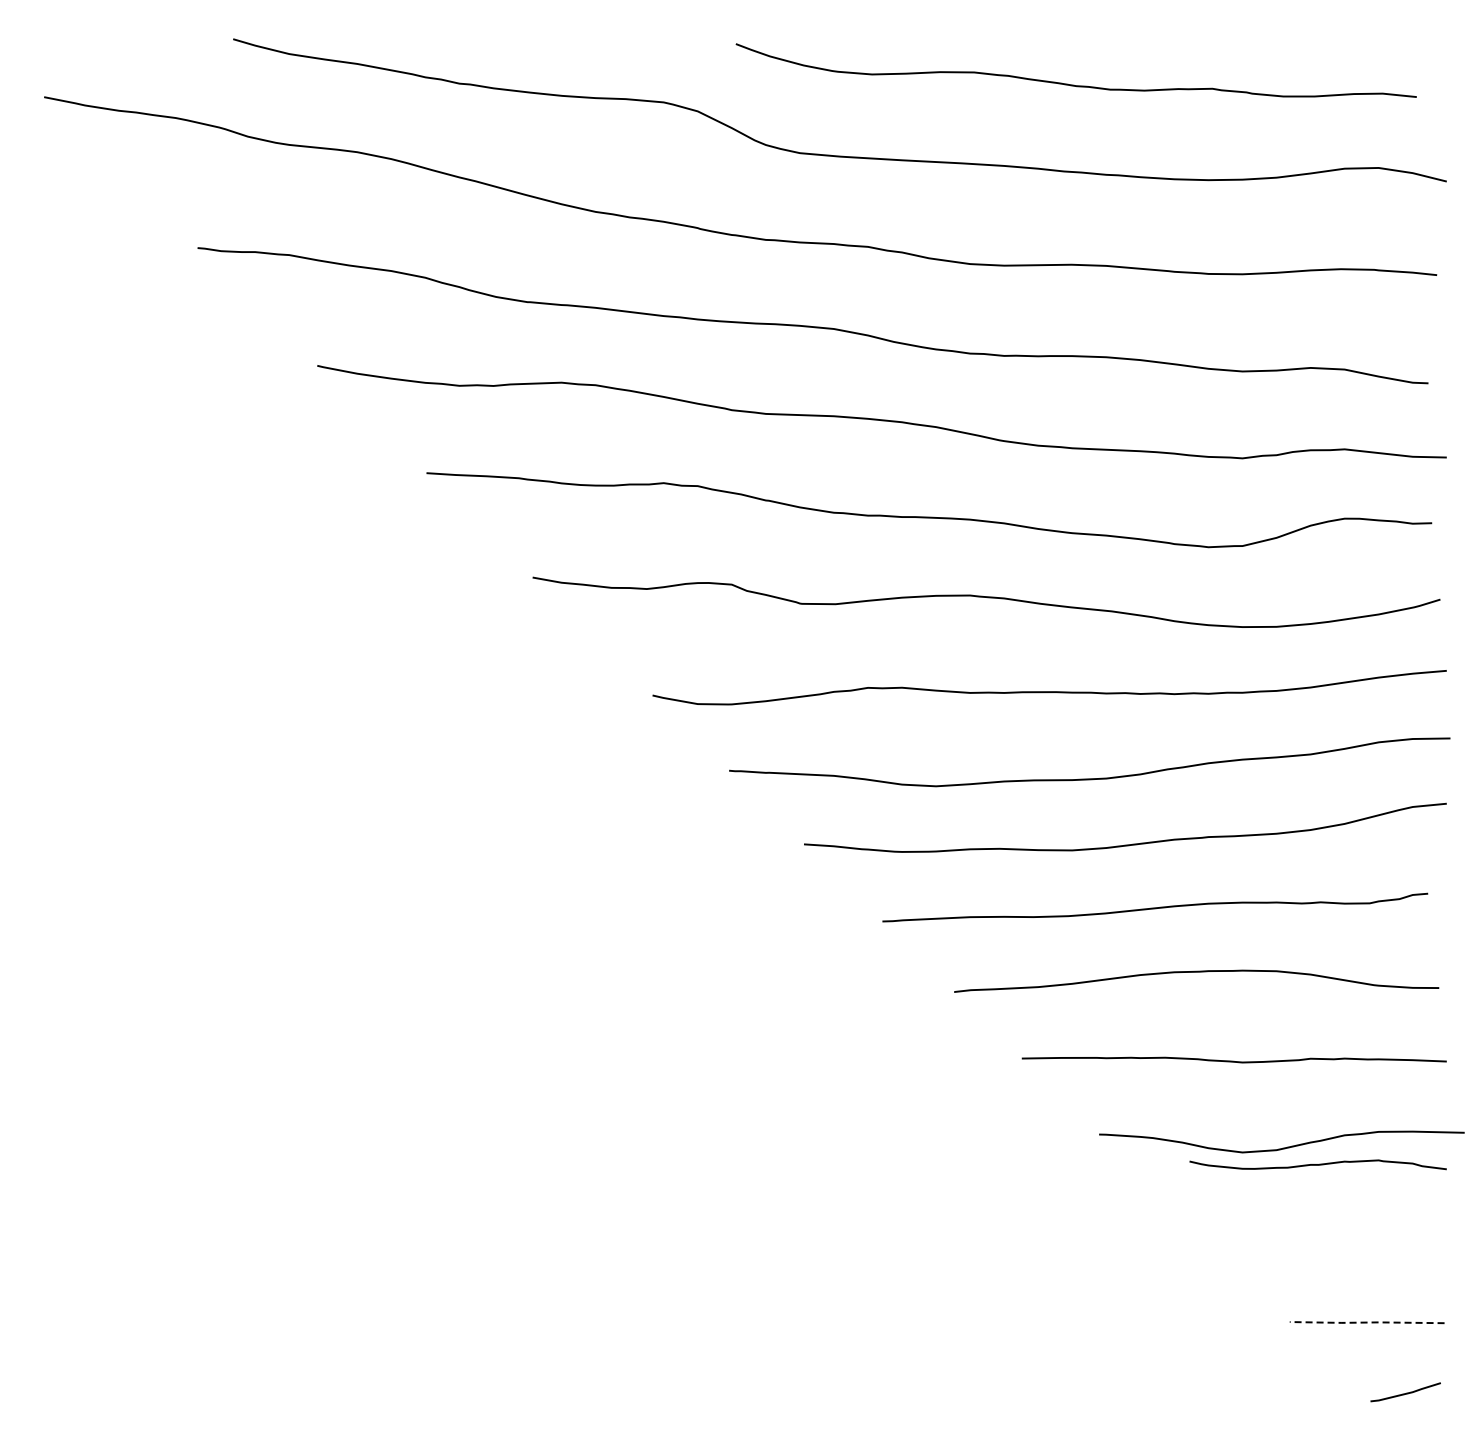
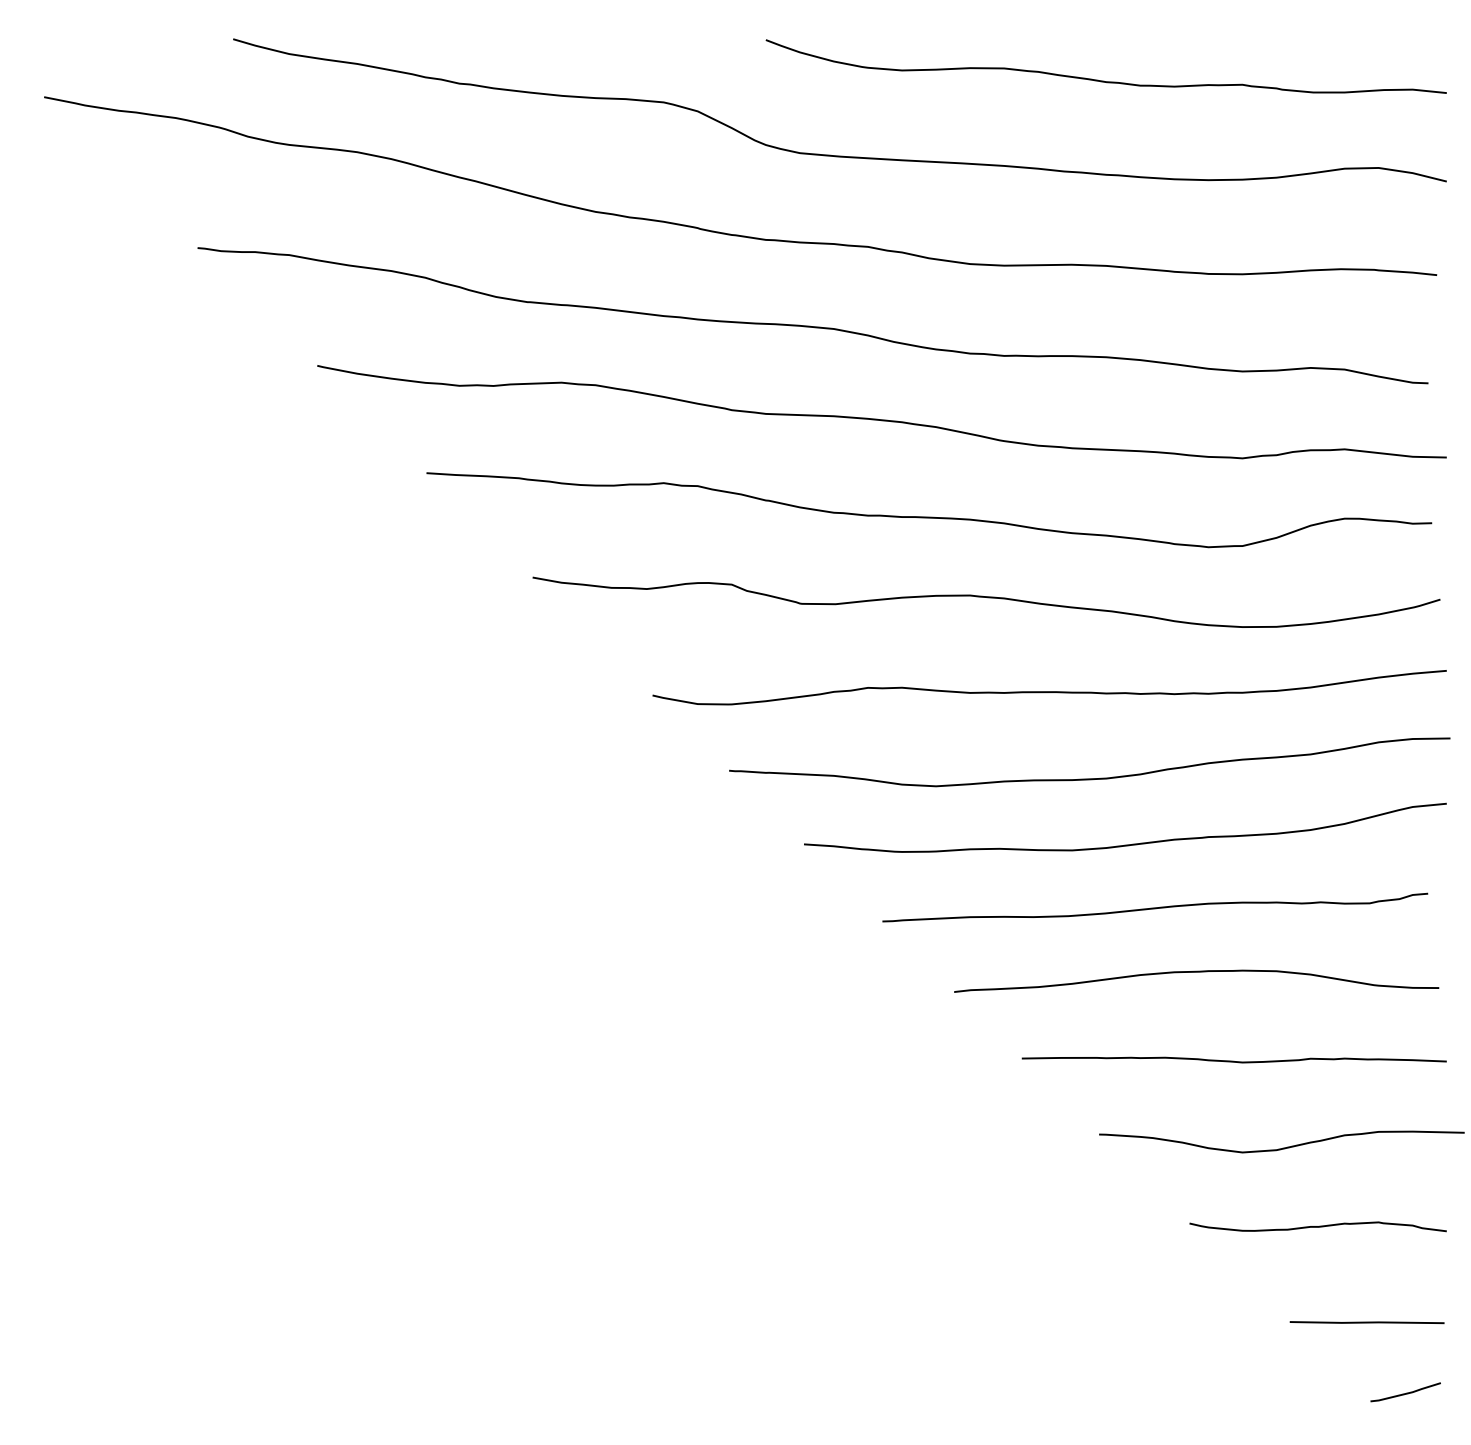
curve at (1074, 84) position: (1074, 84) -> (1104, 80)
curve at (1317, 1164) position: (1317, 1164) -> (1317, 1226)
line at (1366, 1322): dashed -> solid
